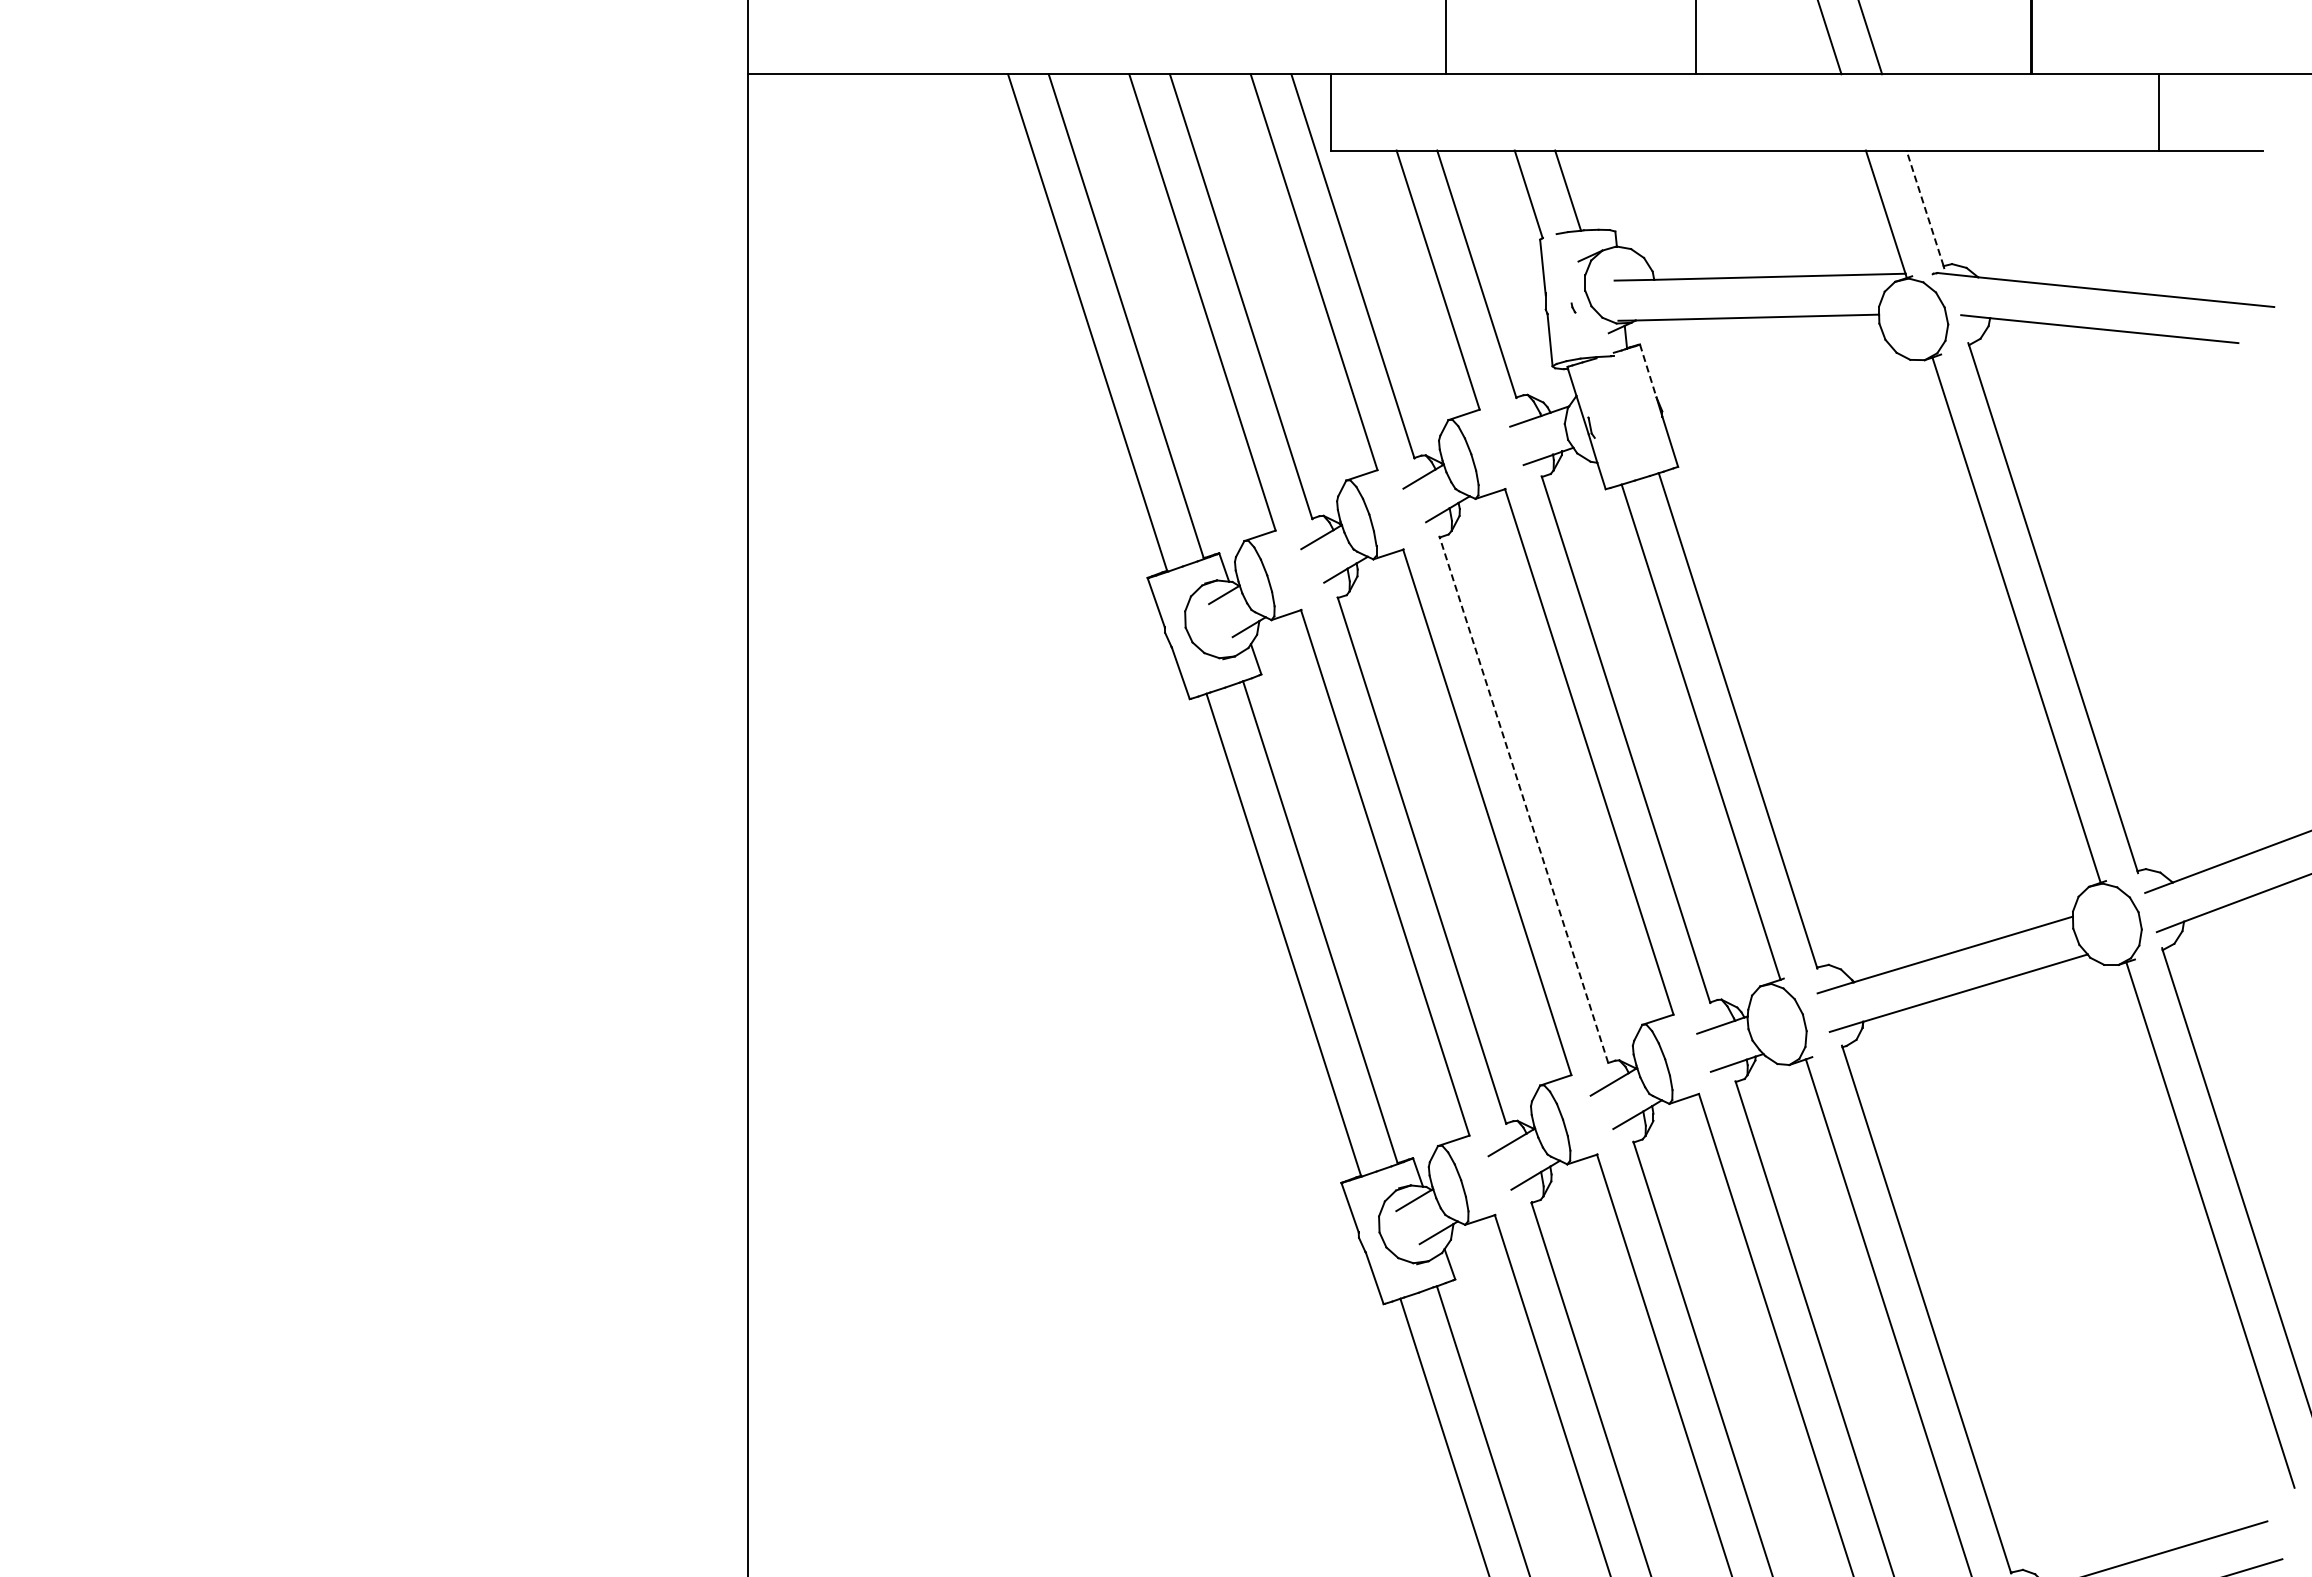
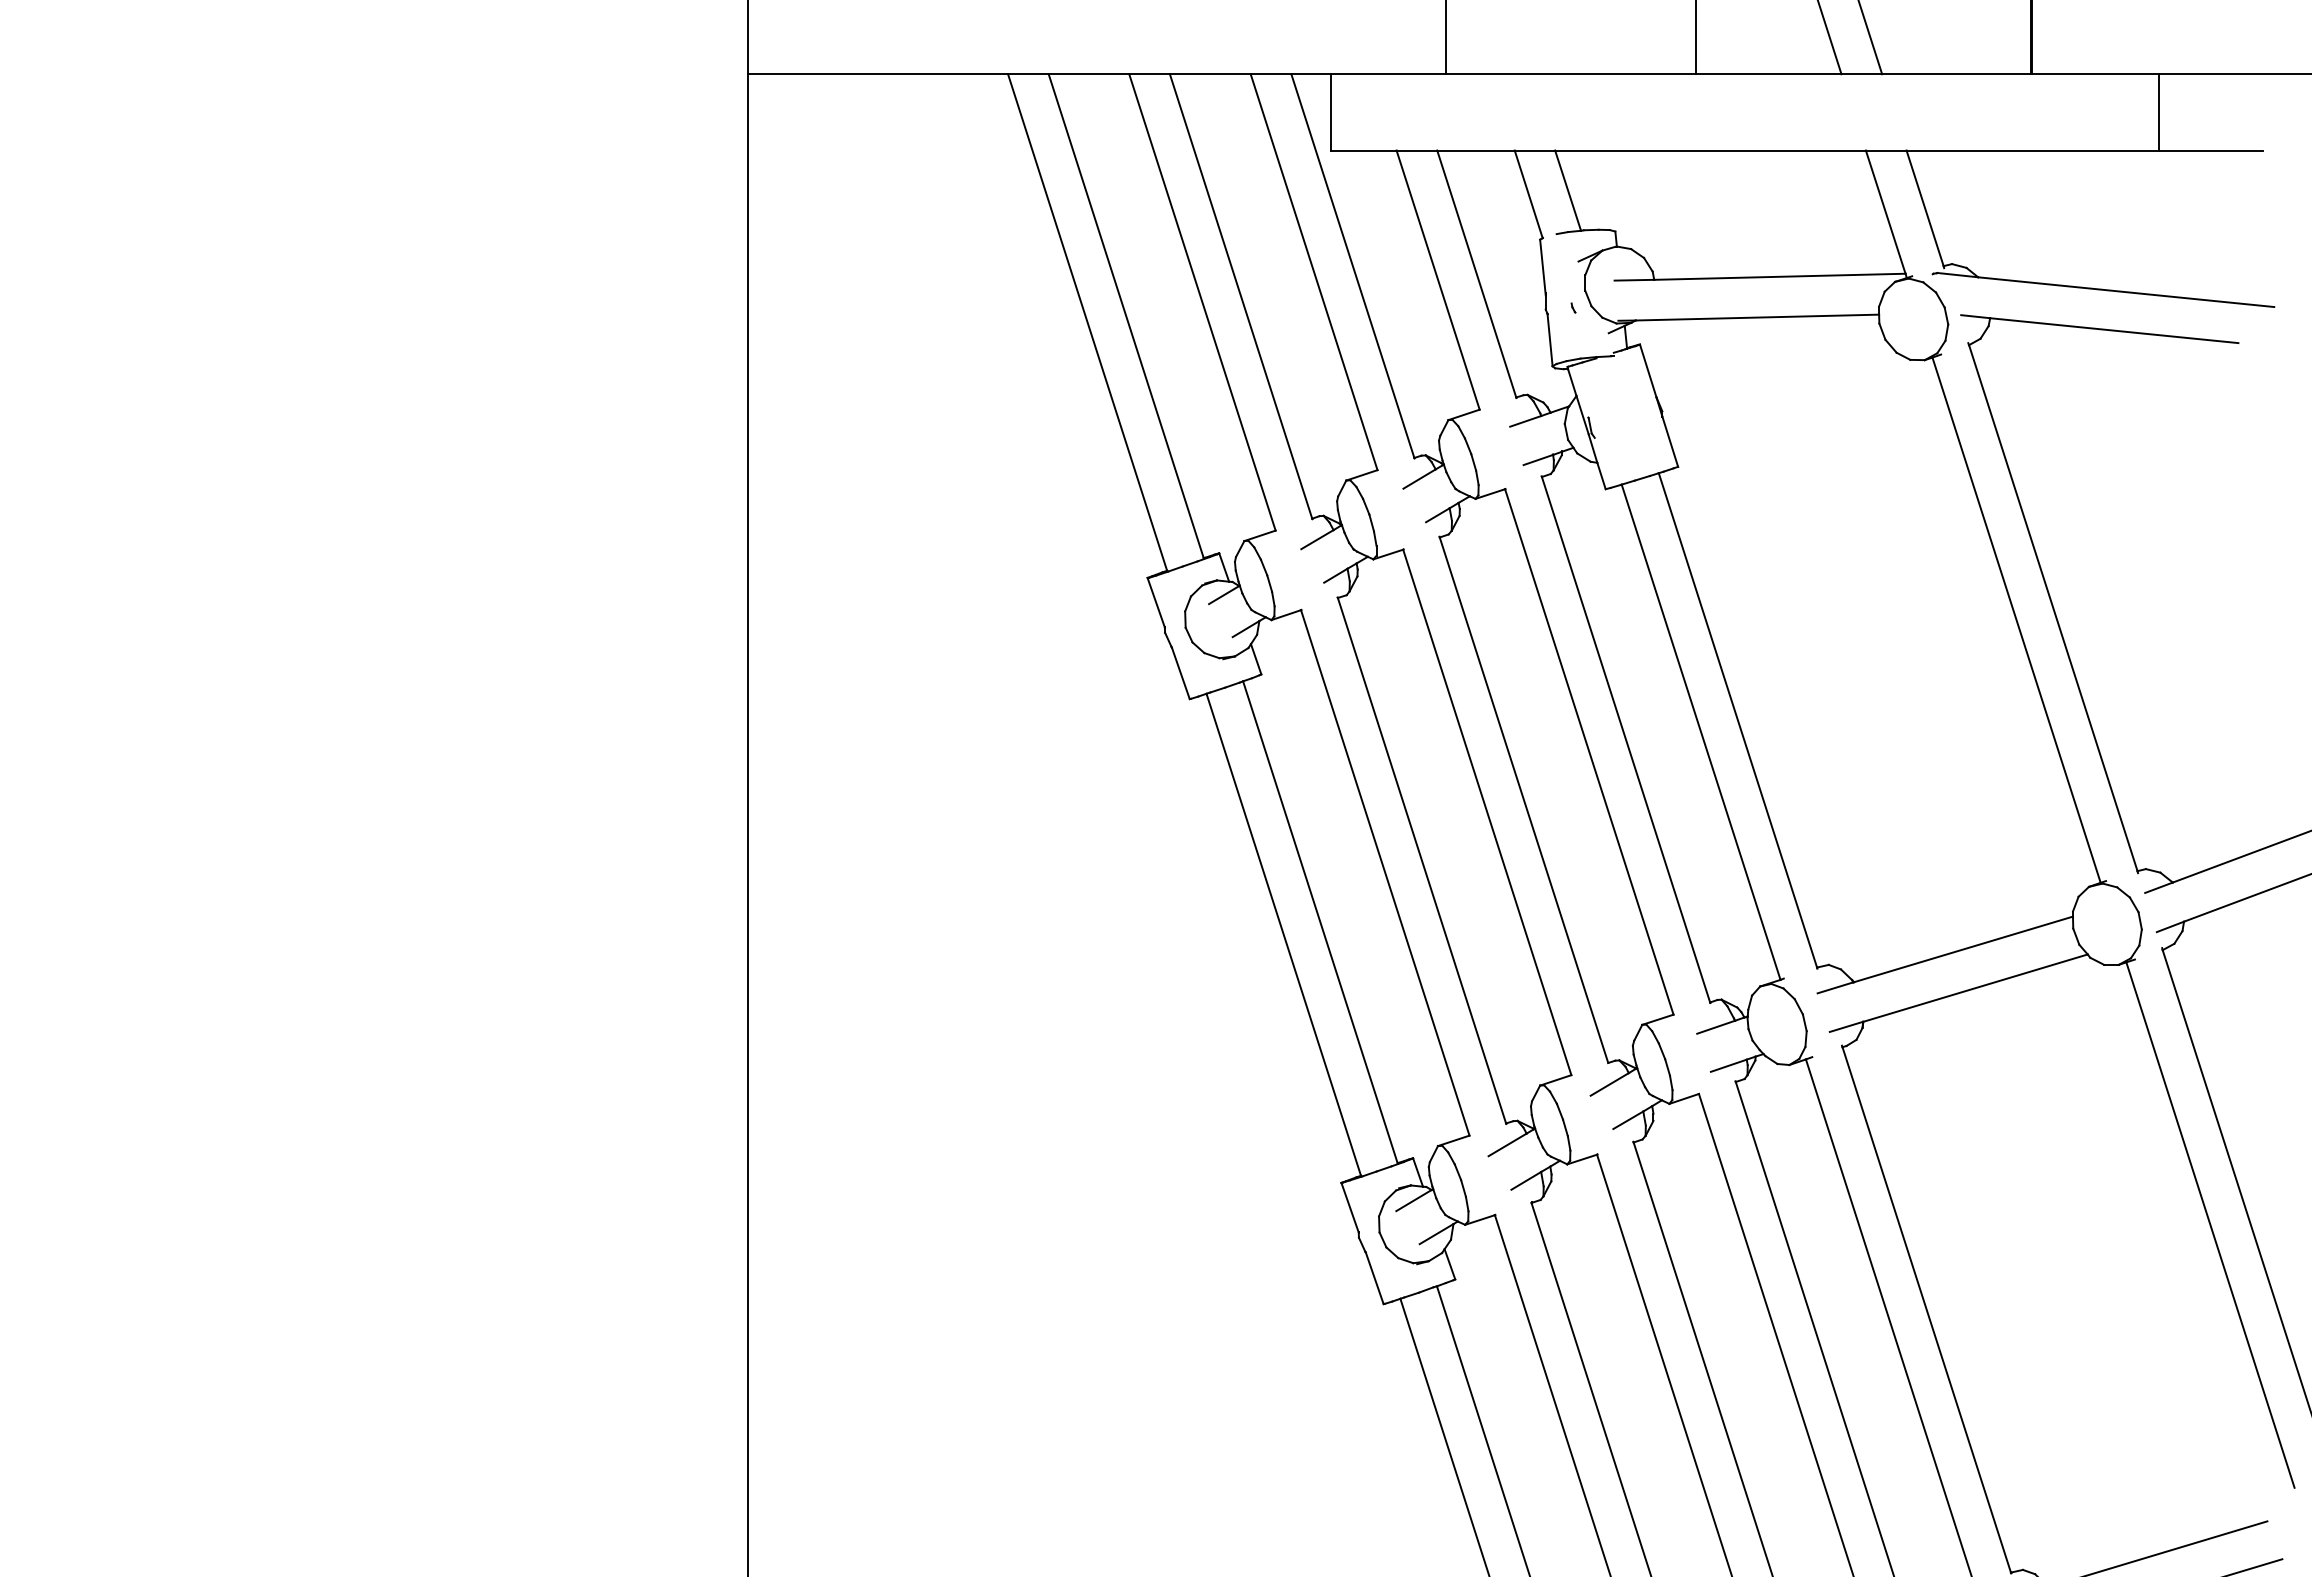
line at (1925, 208): dashed -> solid
line at (1648, 371): dashed -> solid
line at (1524, 800): dashed -> solid
